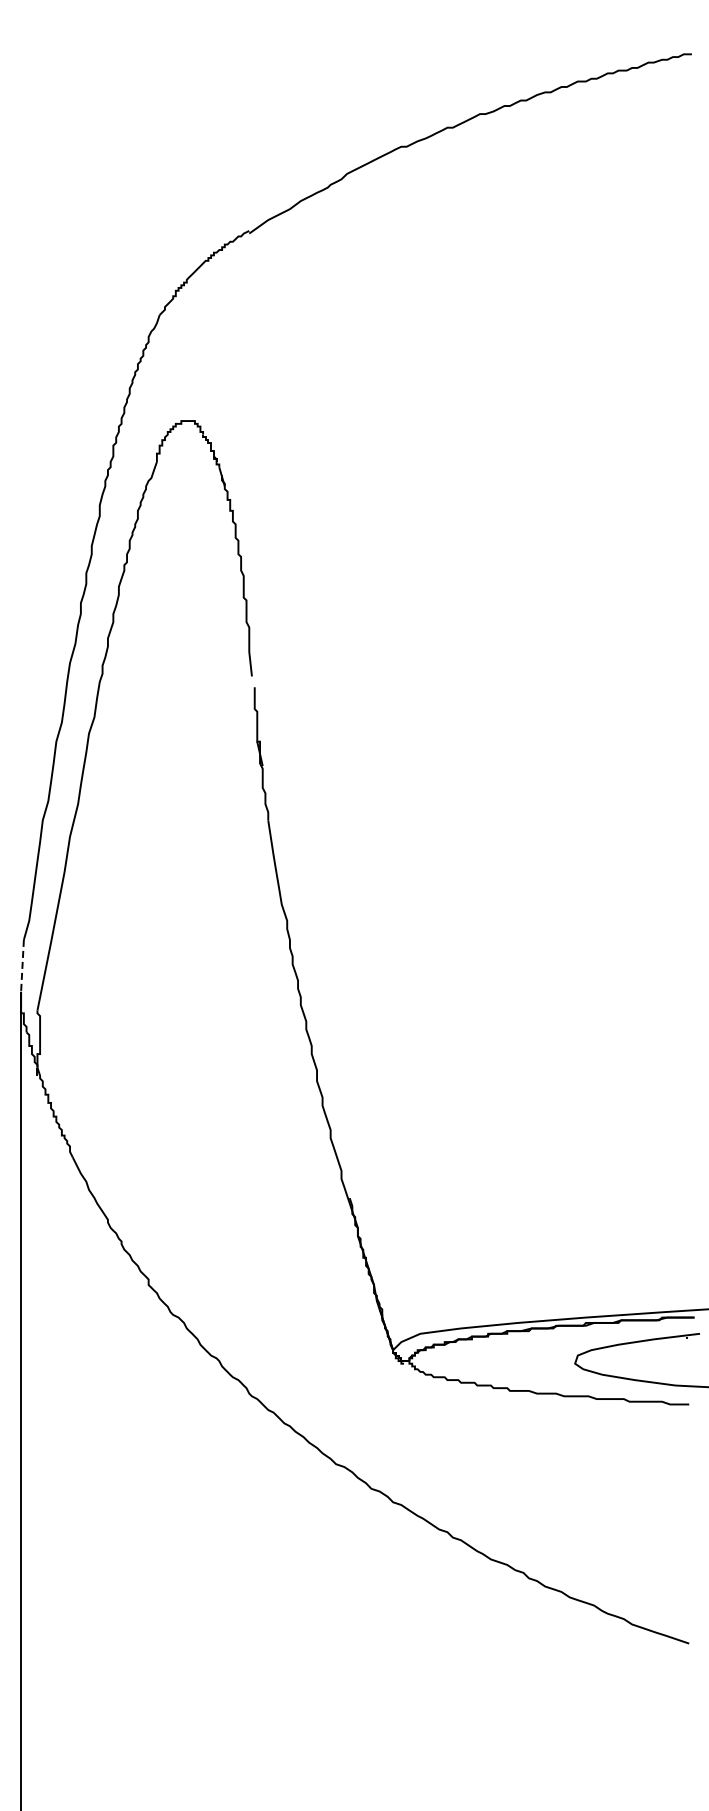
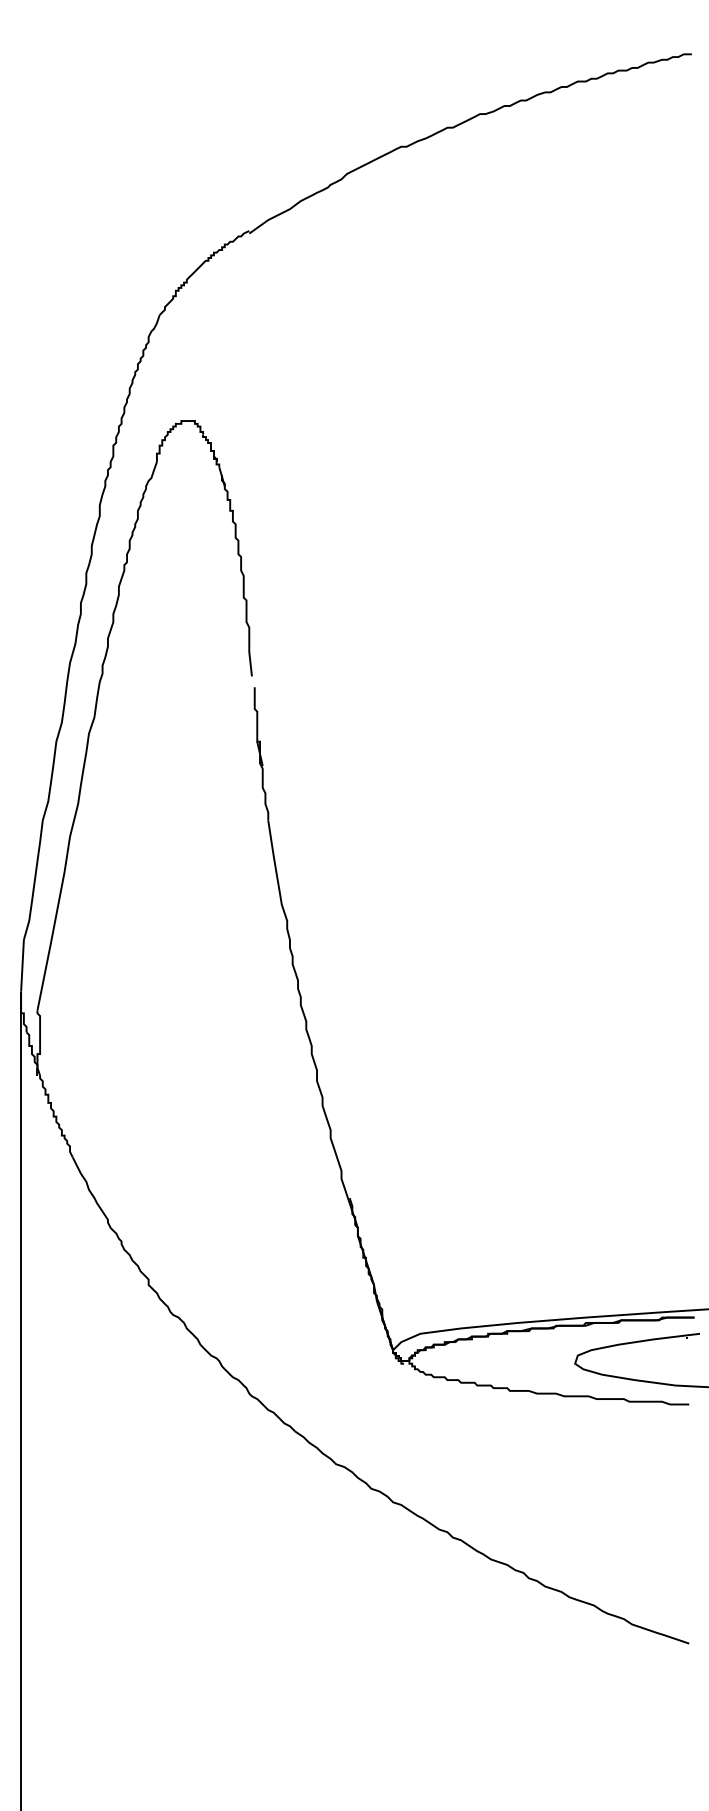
line at (22, 965): dashed -> solid
